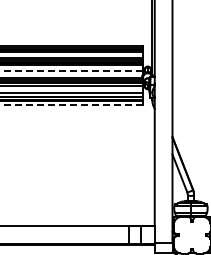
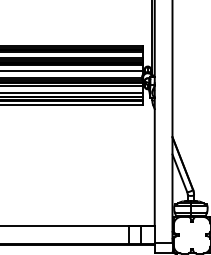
line at (70, 71): dashed -> solid
line at (70, 105): dashed -> solid
